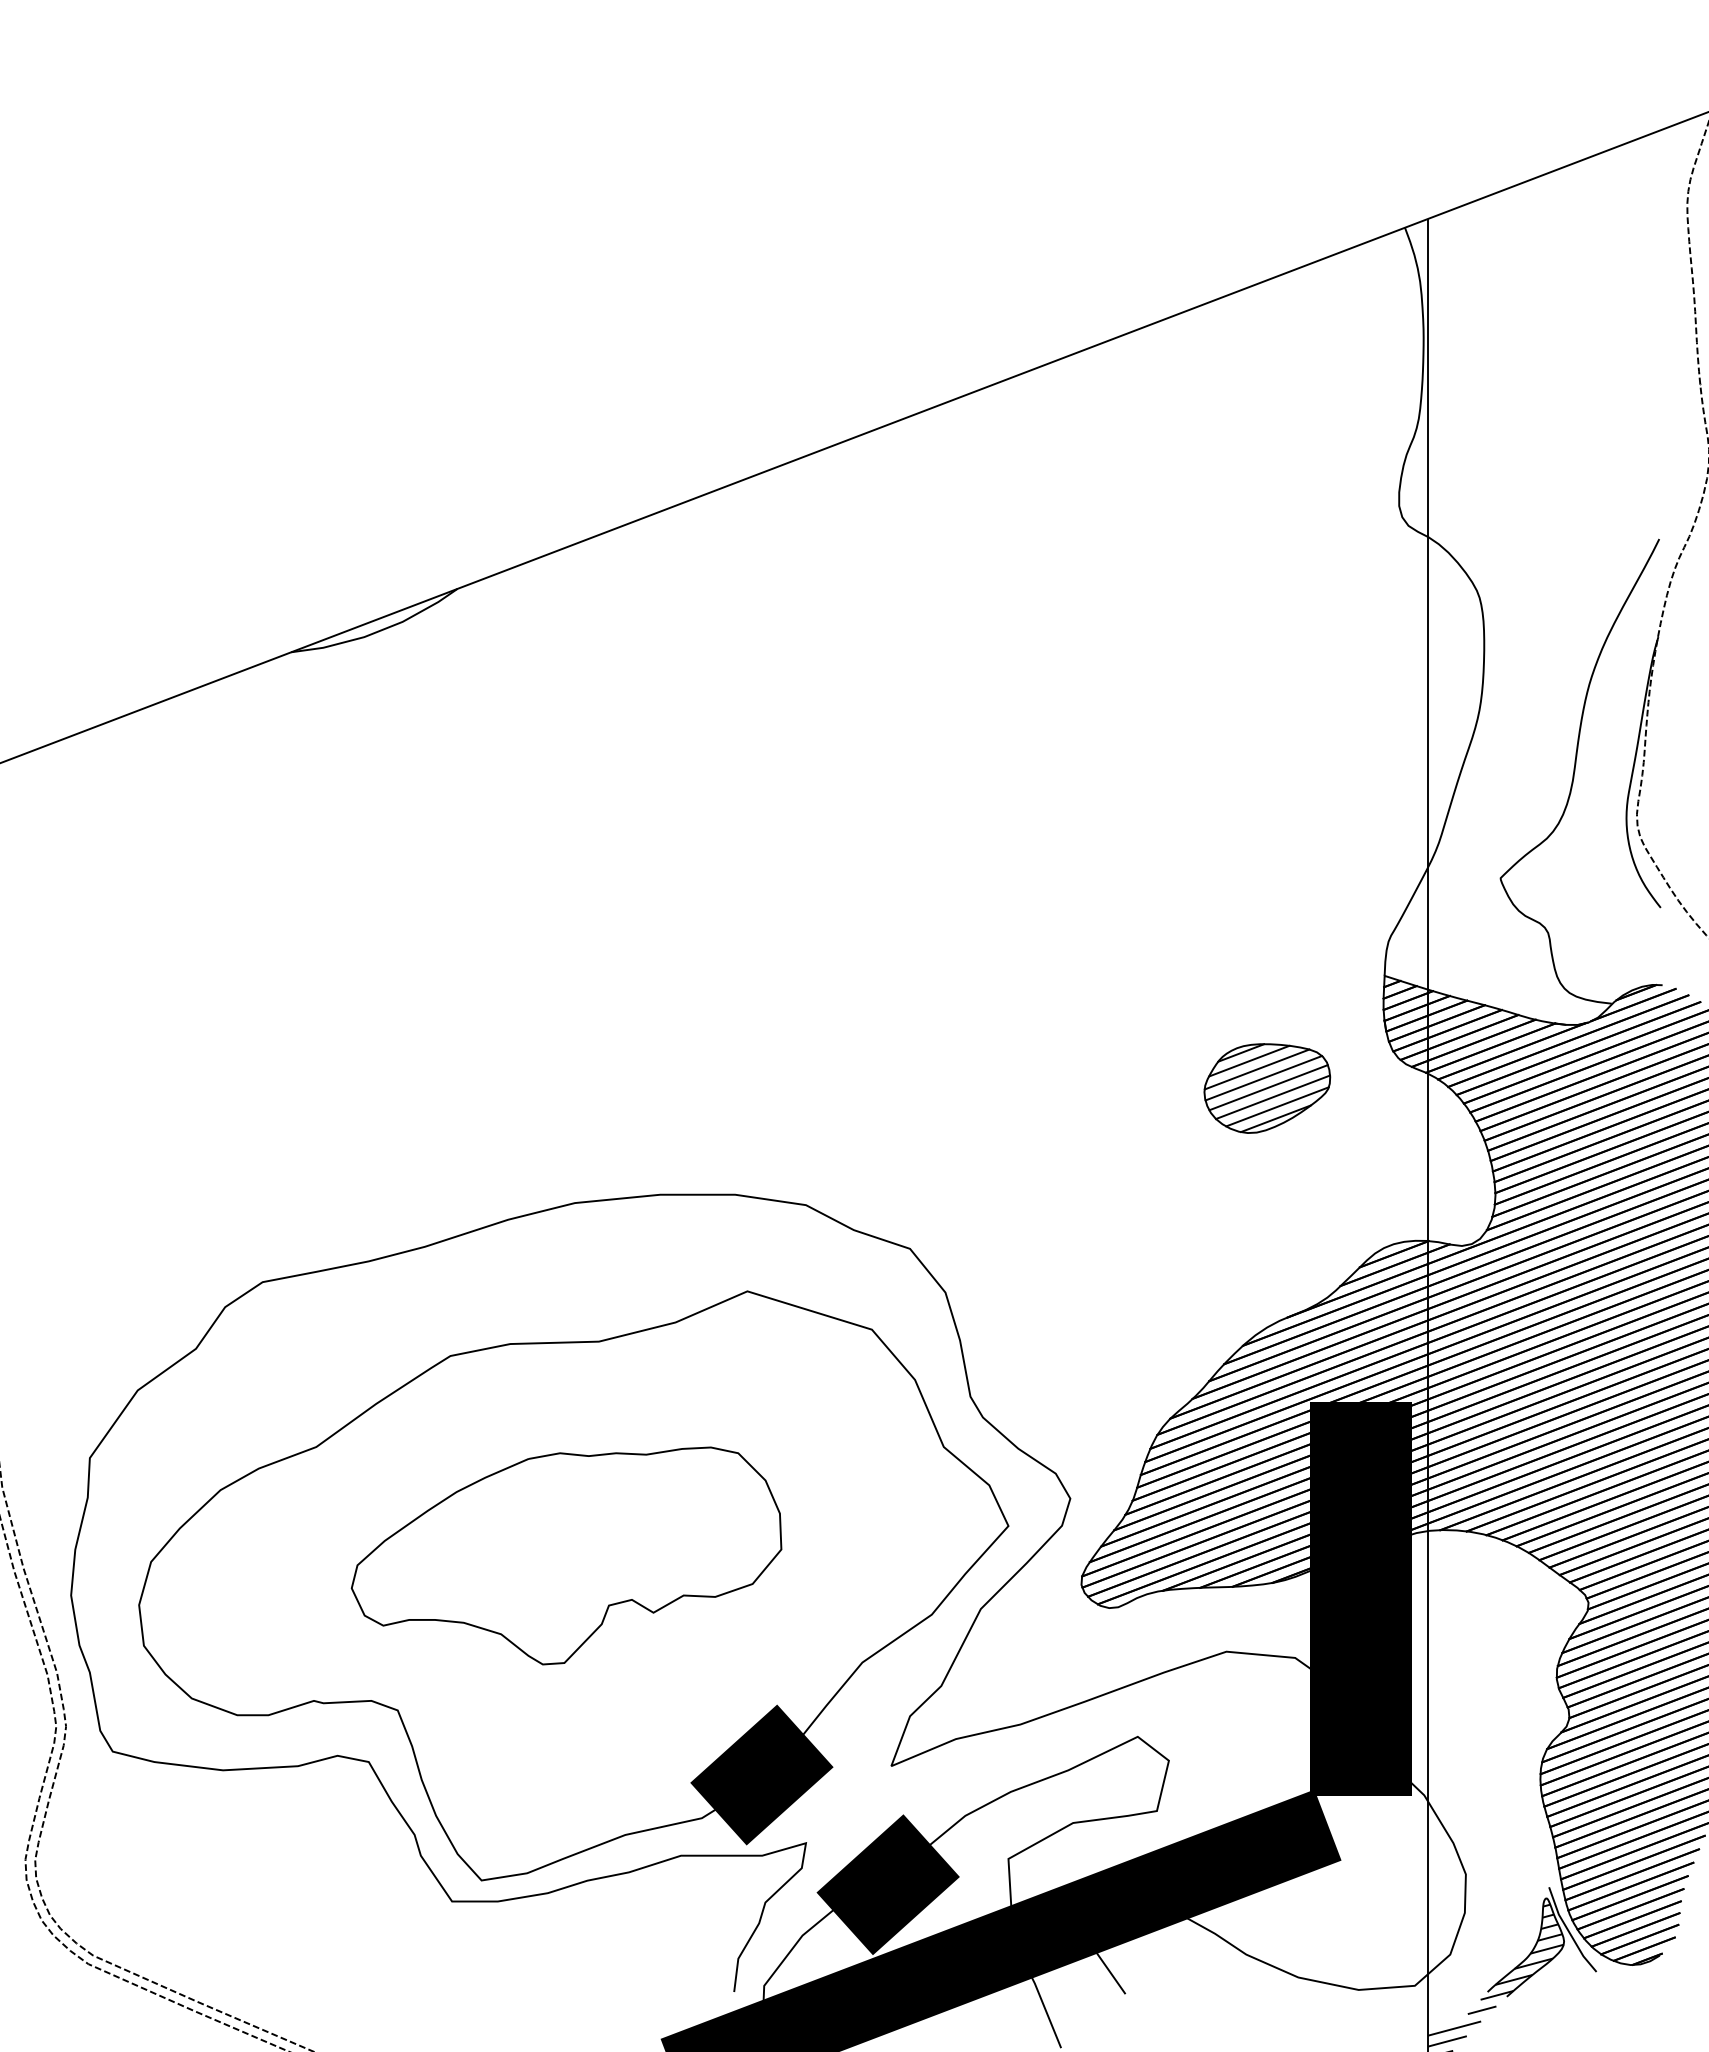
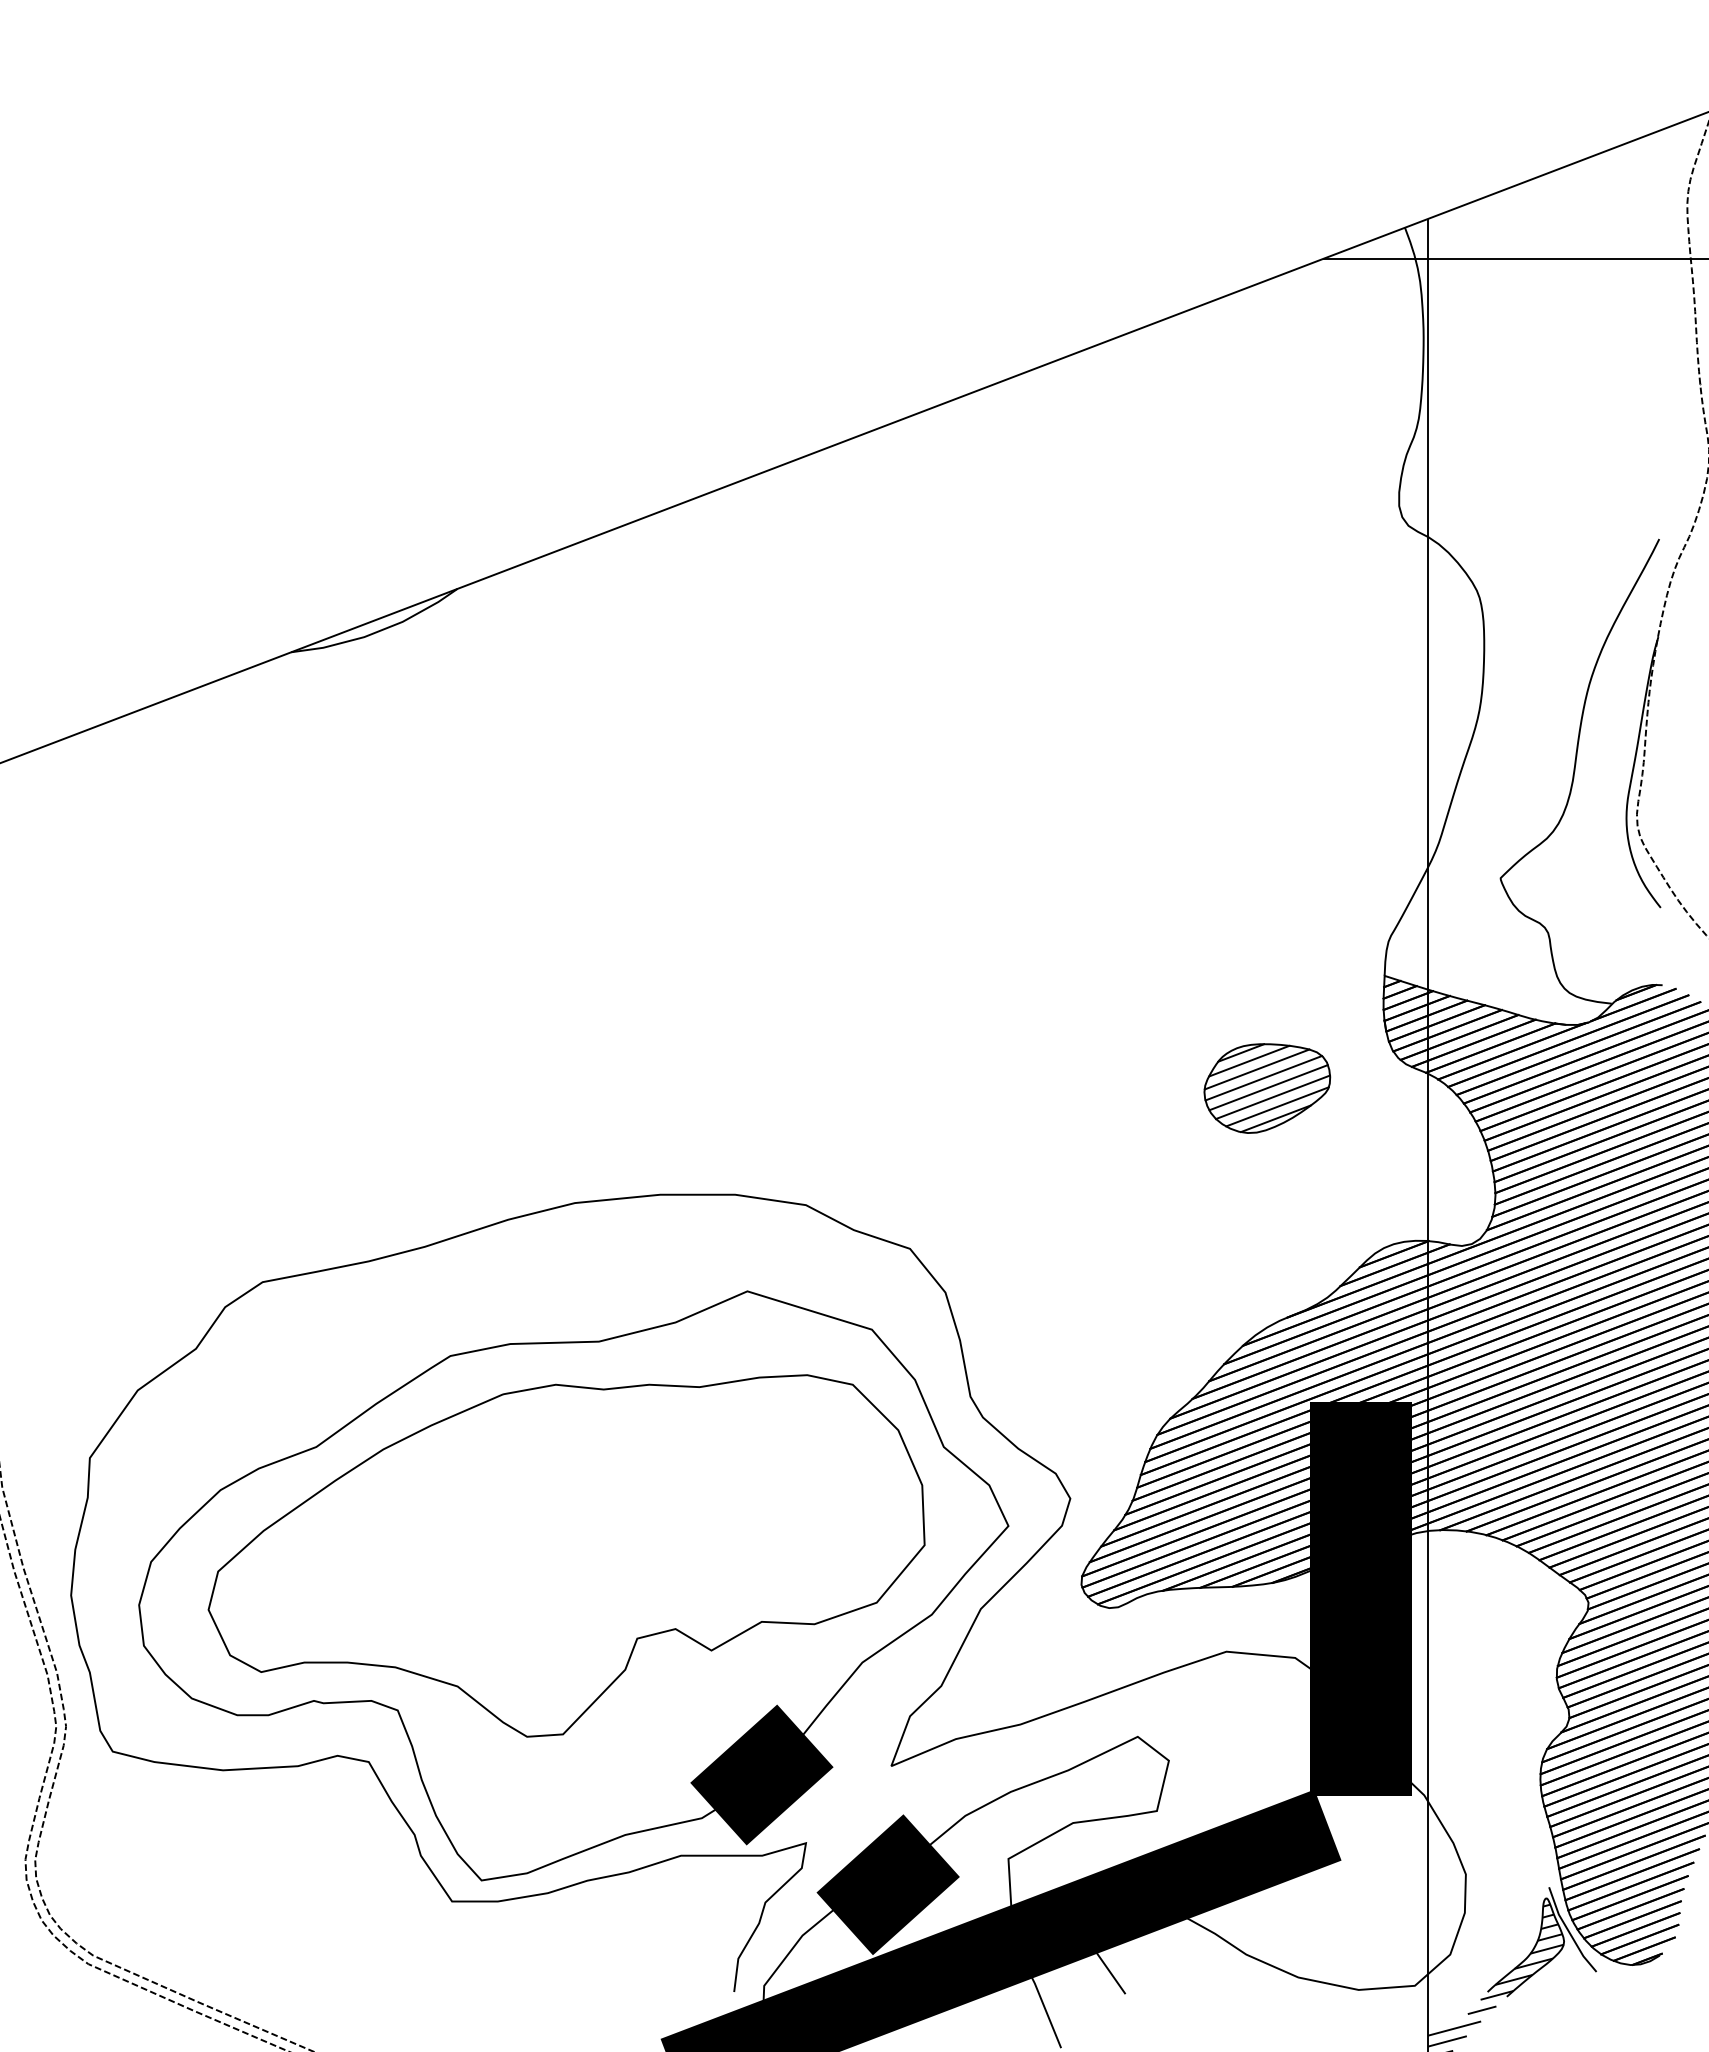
line at (1514, 258): none -> present
part at (566, 1555) size: 433x220 px -> 719x364 px
